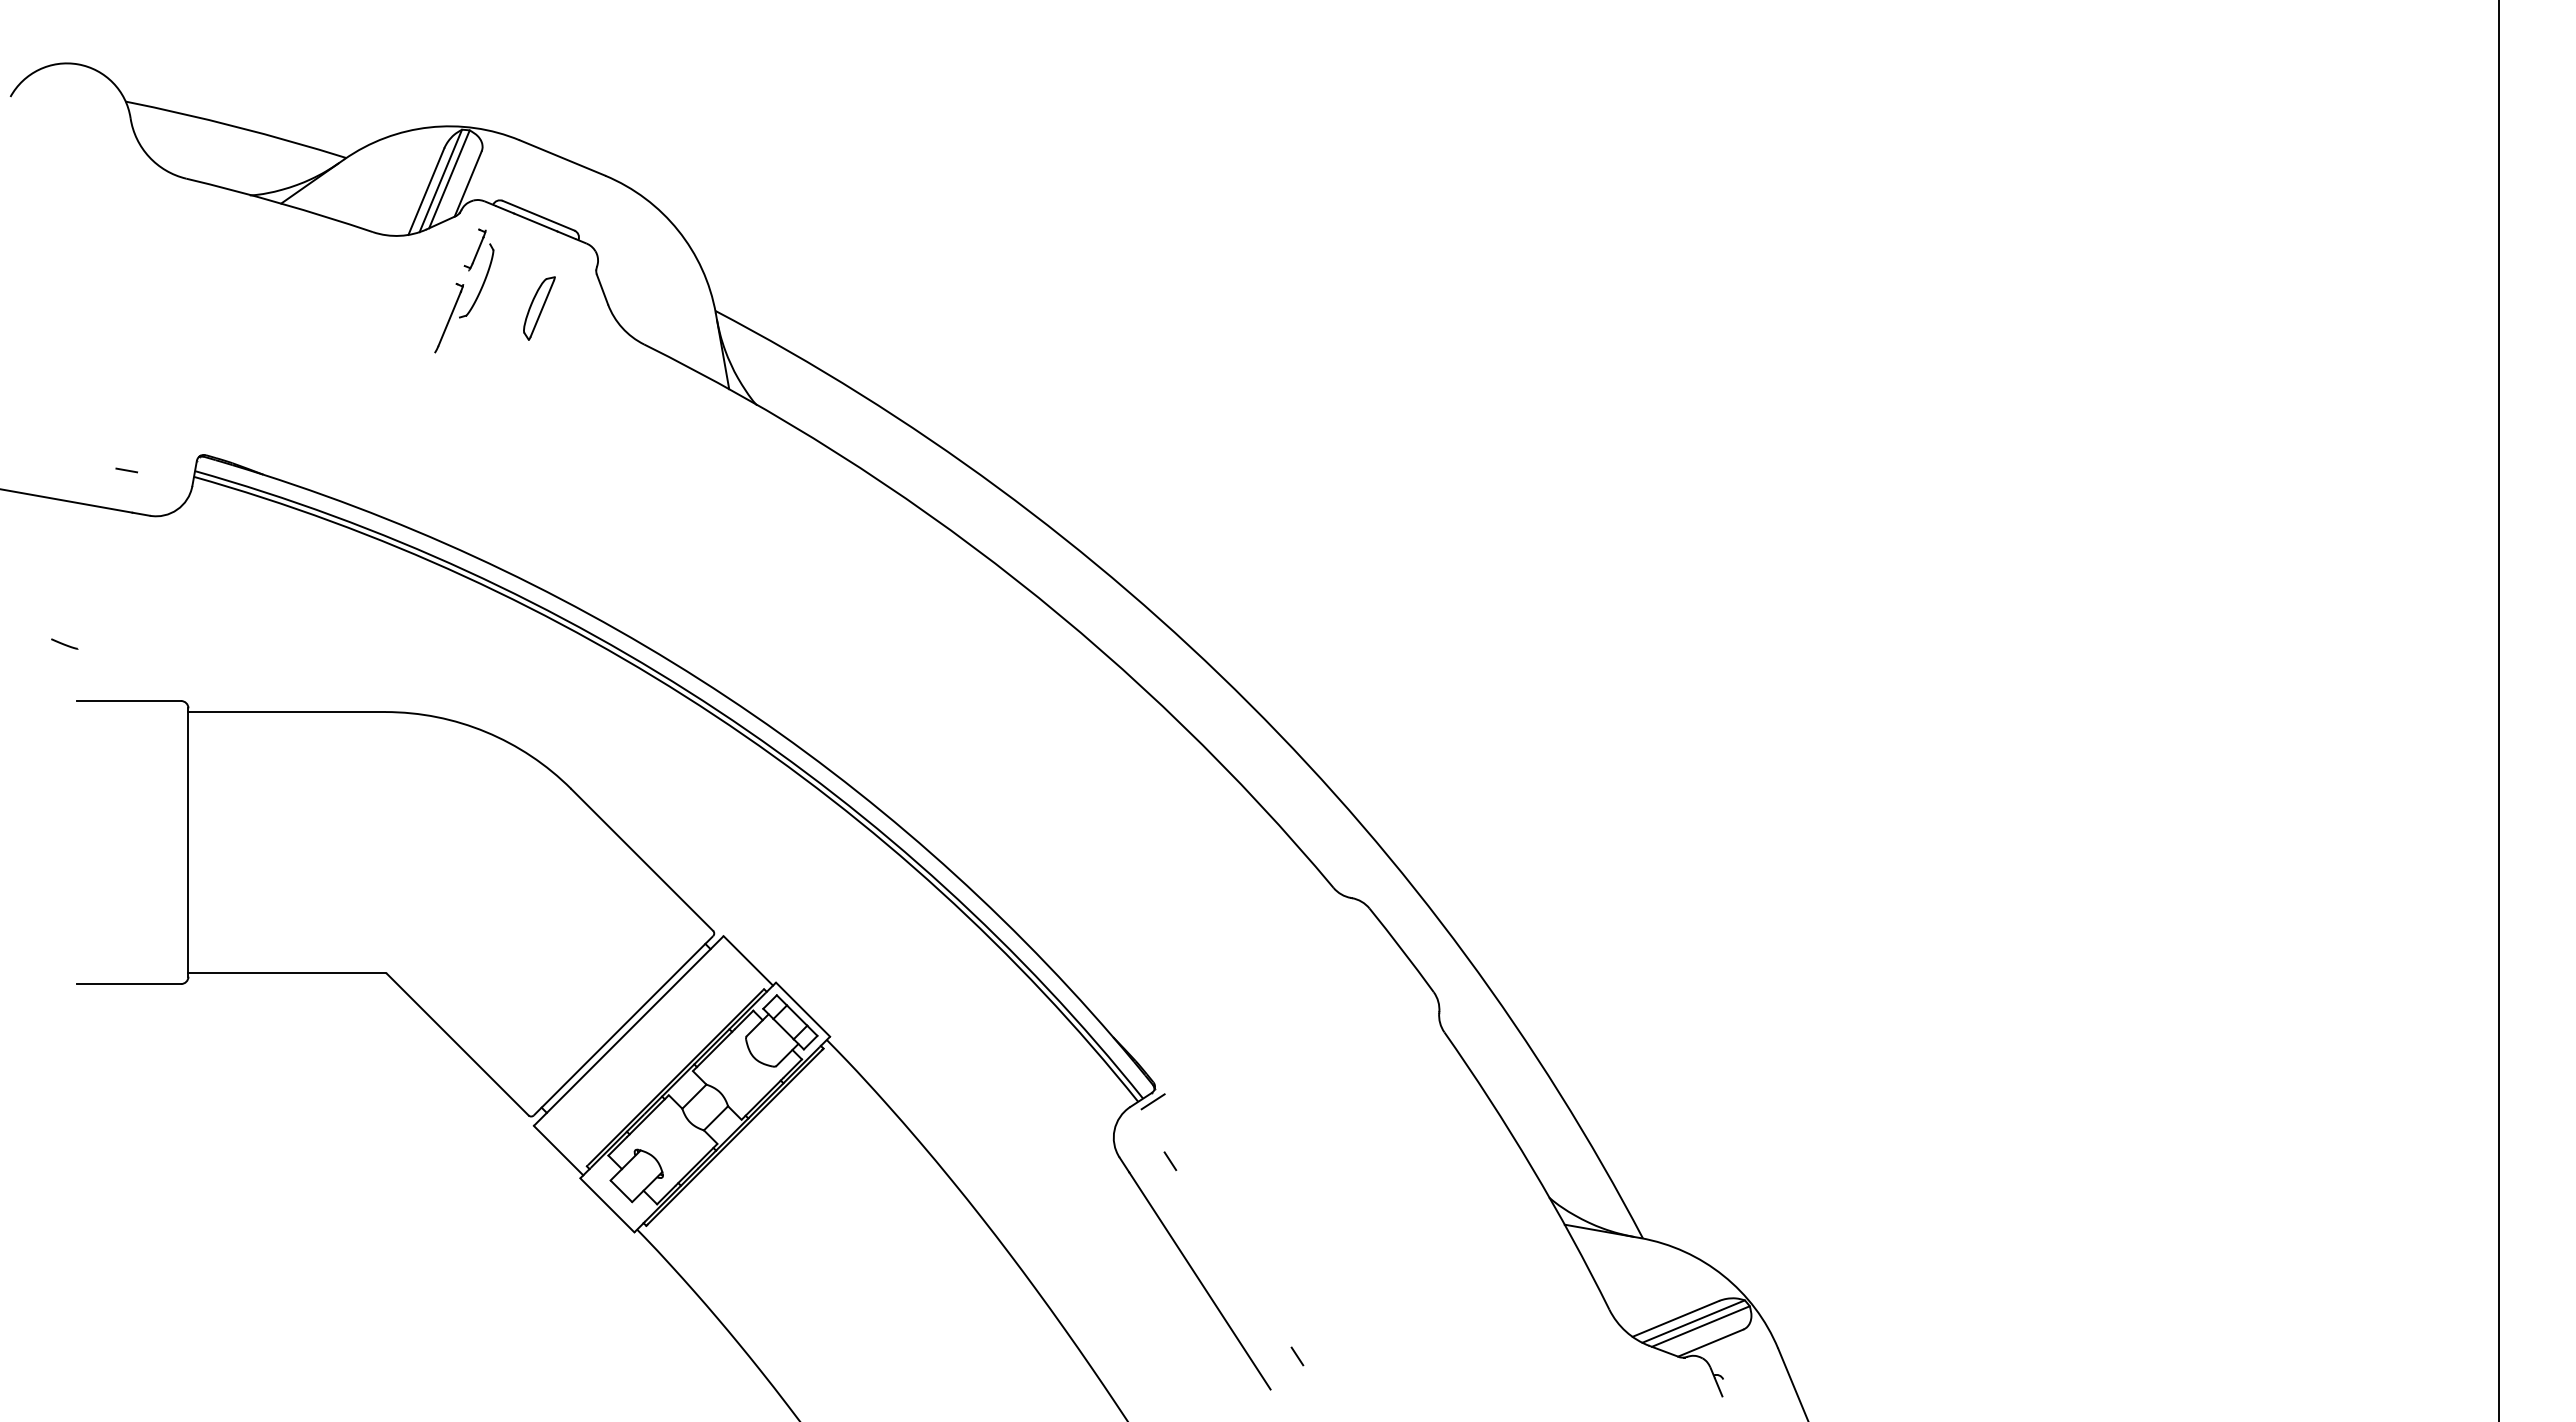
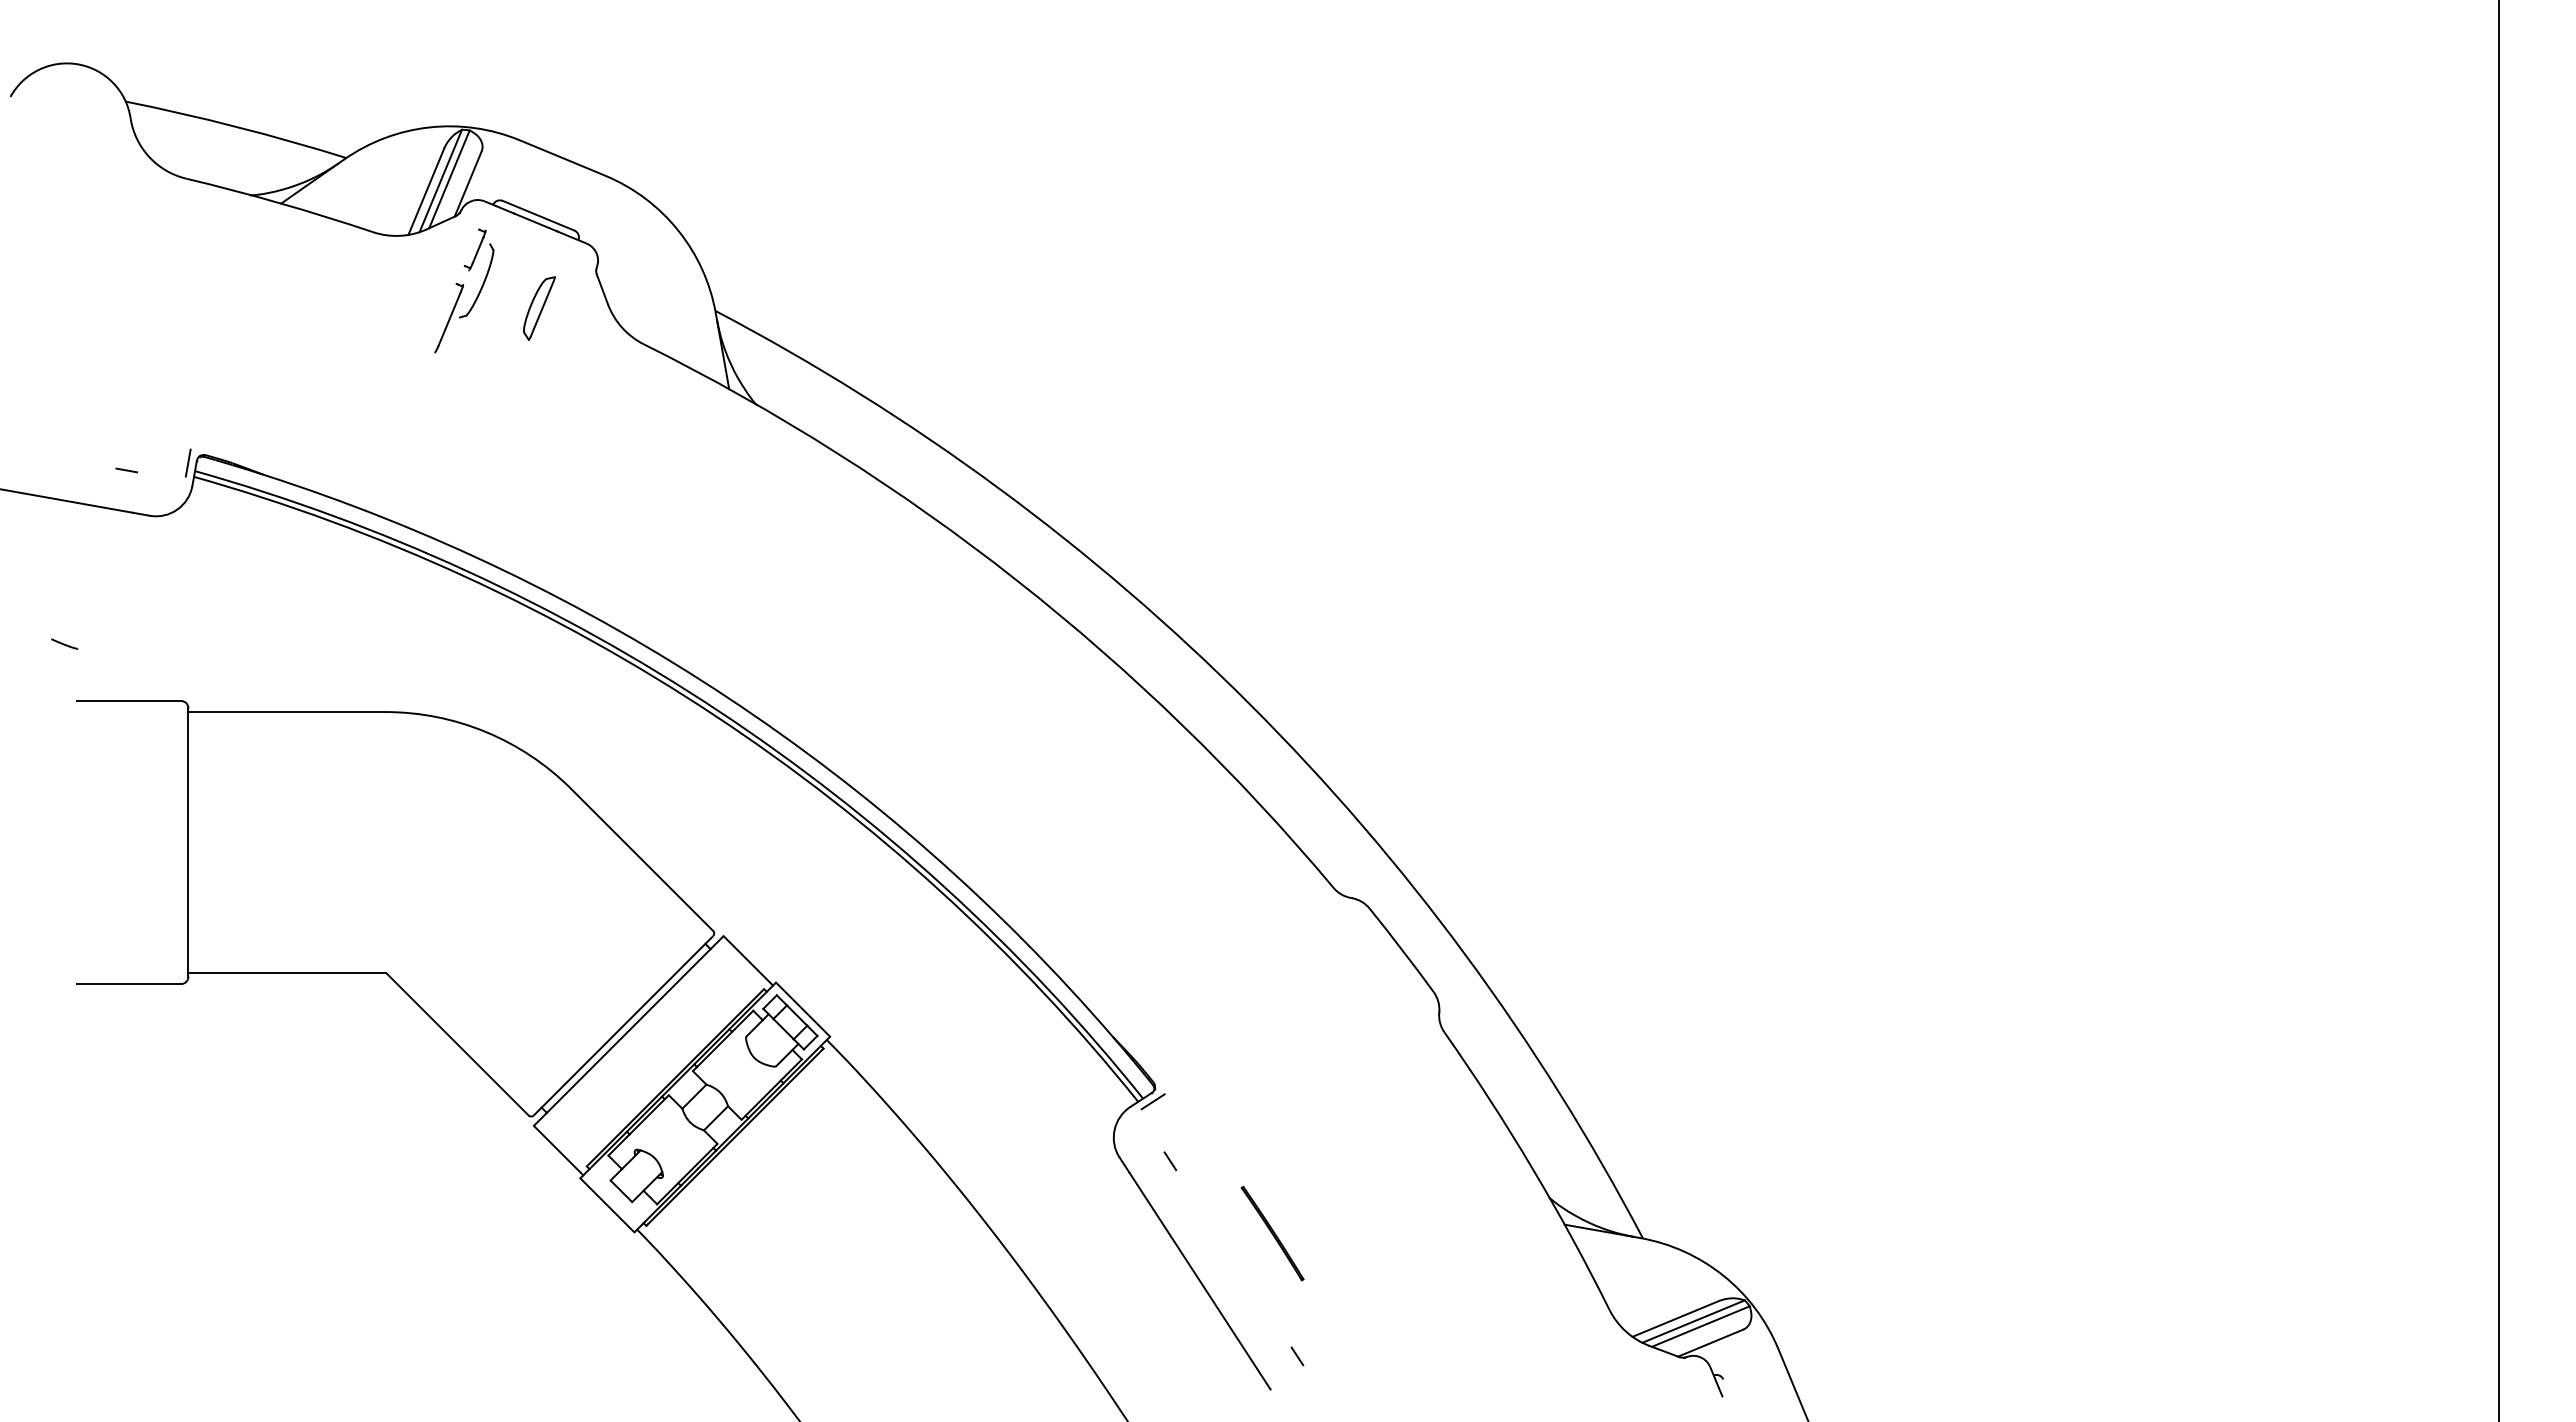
line at (187, 462): none -> present
part at (1272, 1233): none -> present
